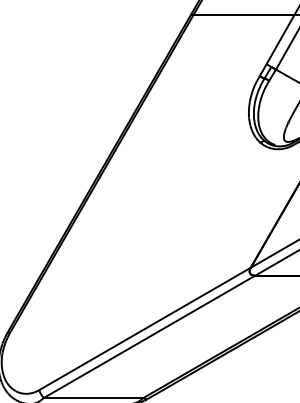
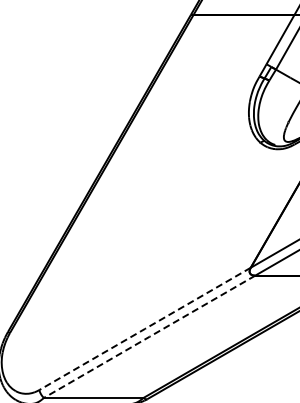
line at (145, 328): solid -> dashed
line at (149, 336): solid -> dashed
